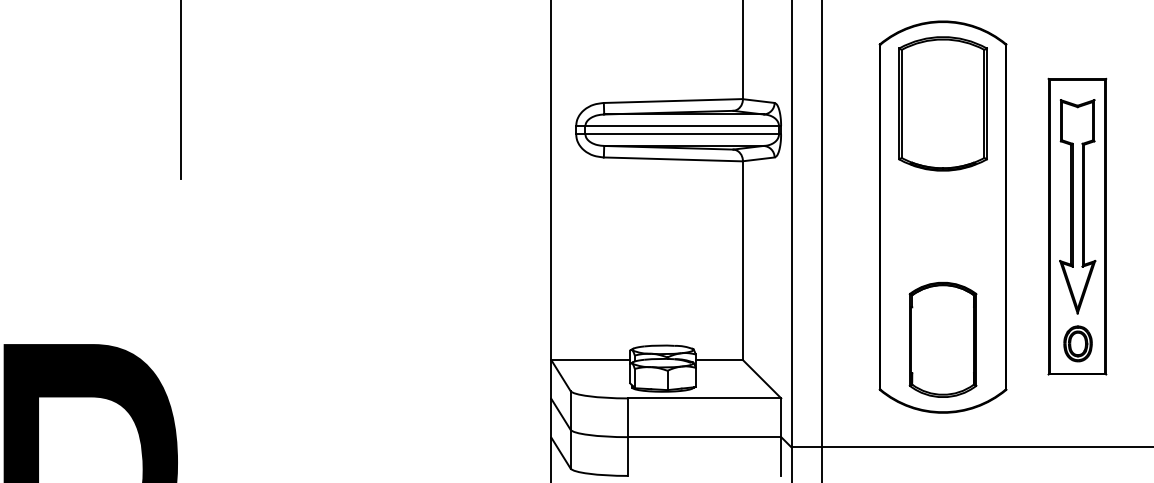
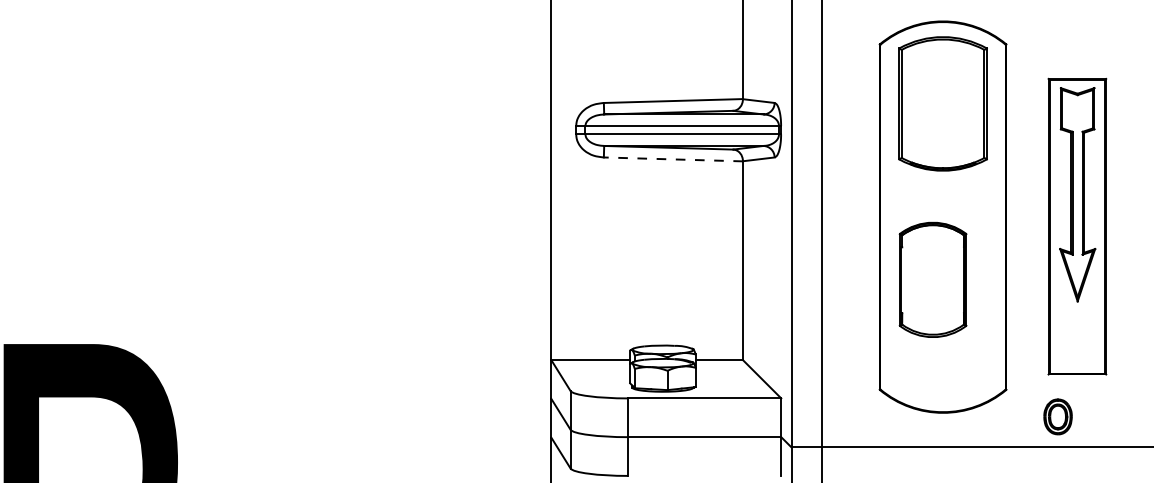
line at (181, 90): present -> none
line at (673, 159): solid -> dashed
part at (1077, 206) position: (1077, 206) -> (1077, 194)
part at (942, 339) position: (942, 339) -> (932, 279)
part at (1077, 343) position: (1077, 343) -> (1057, 416)
